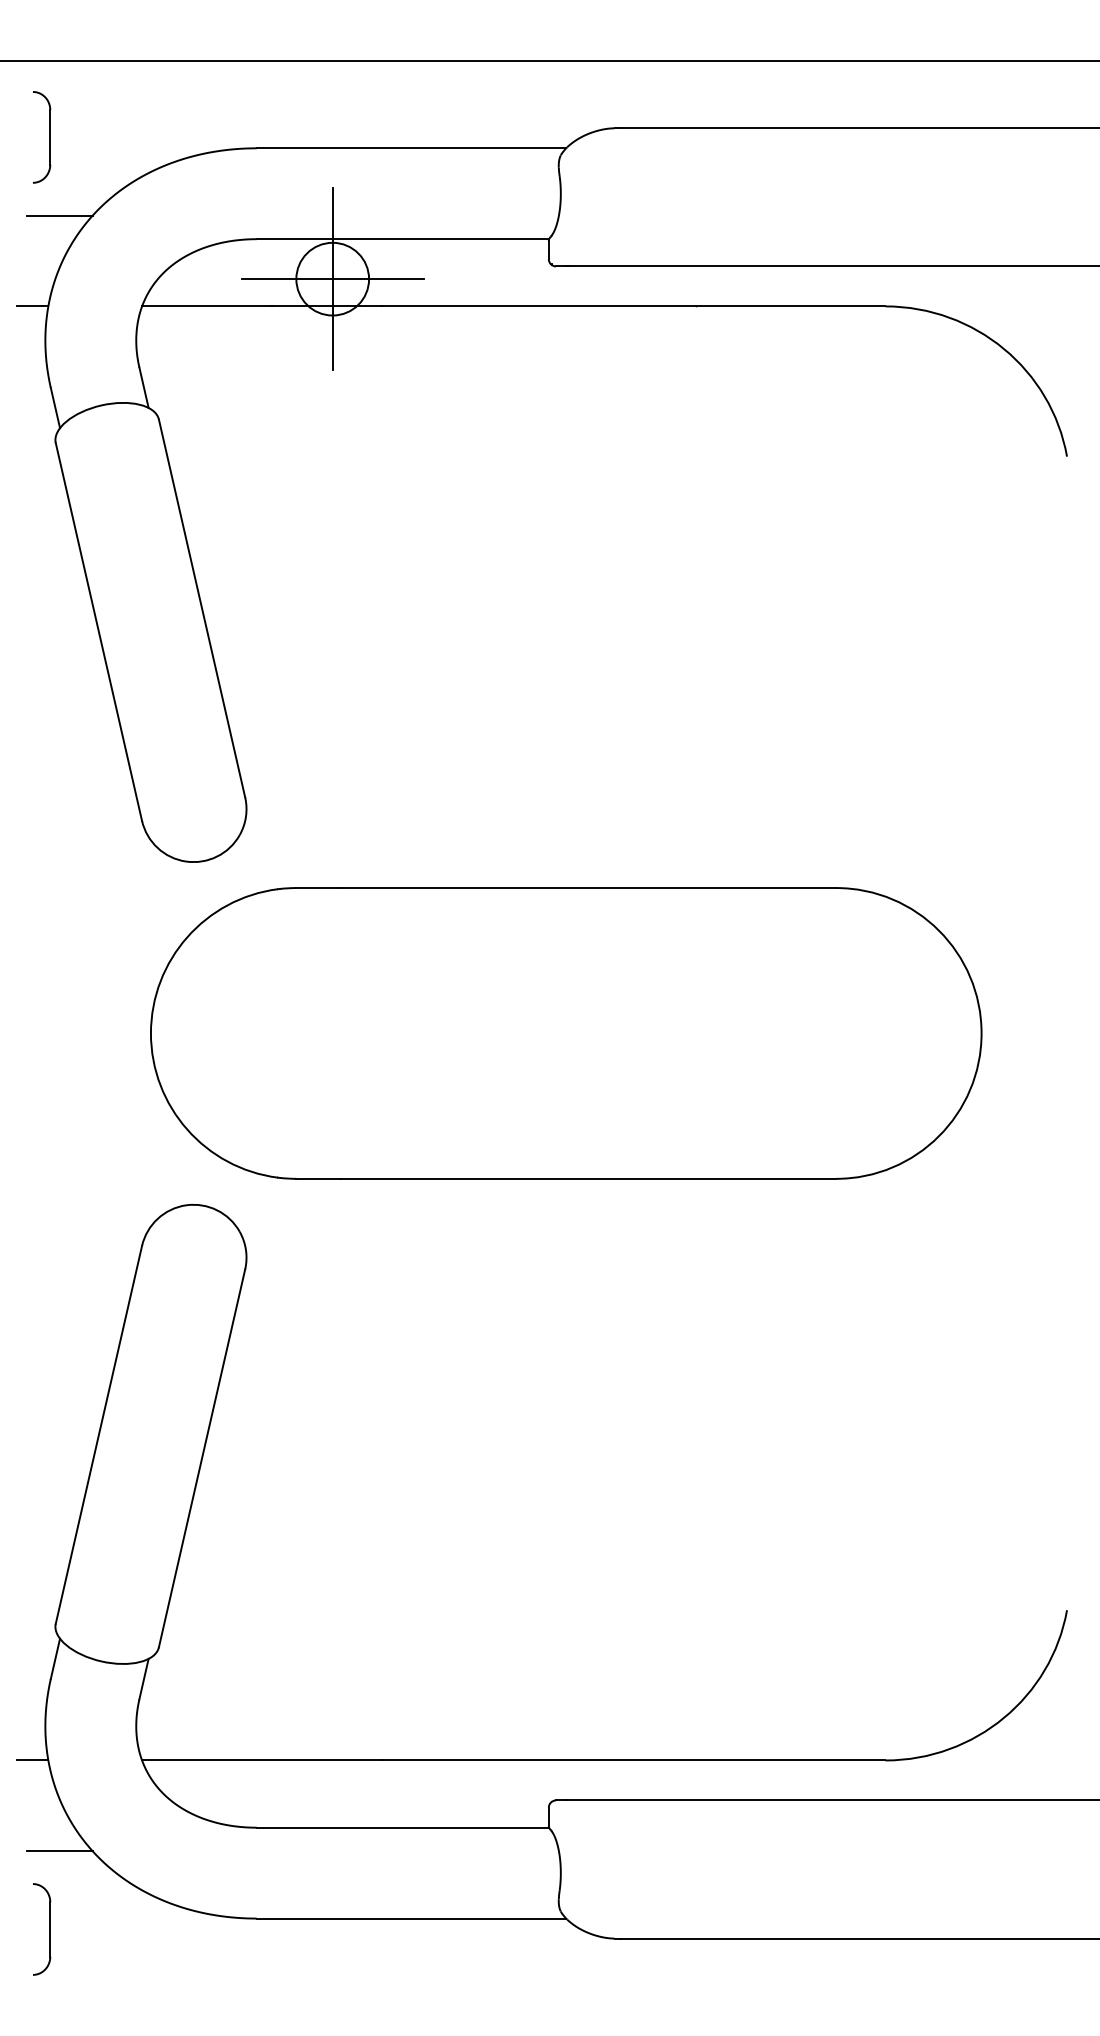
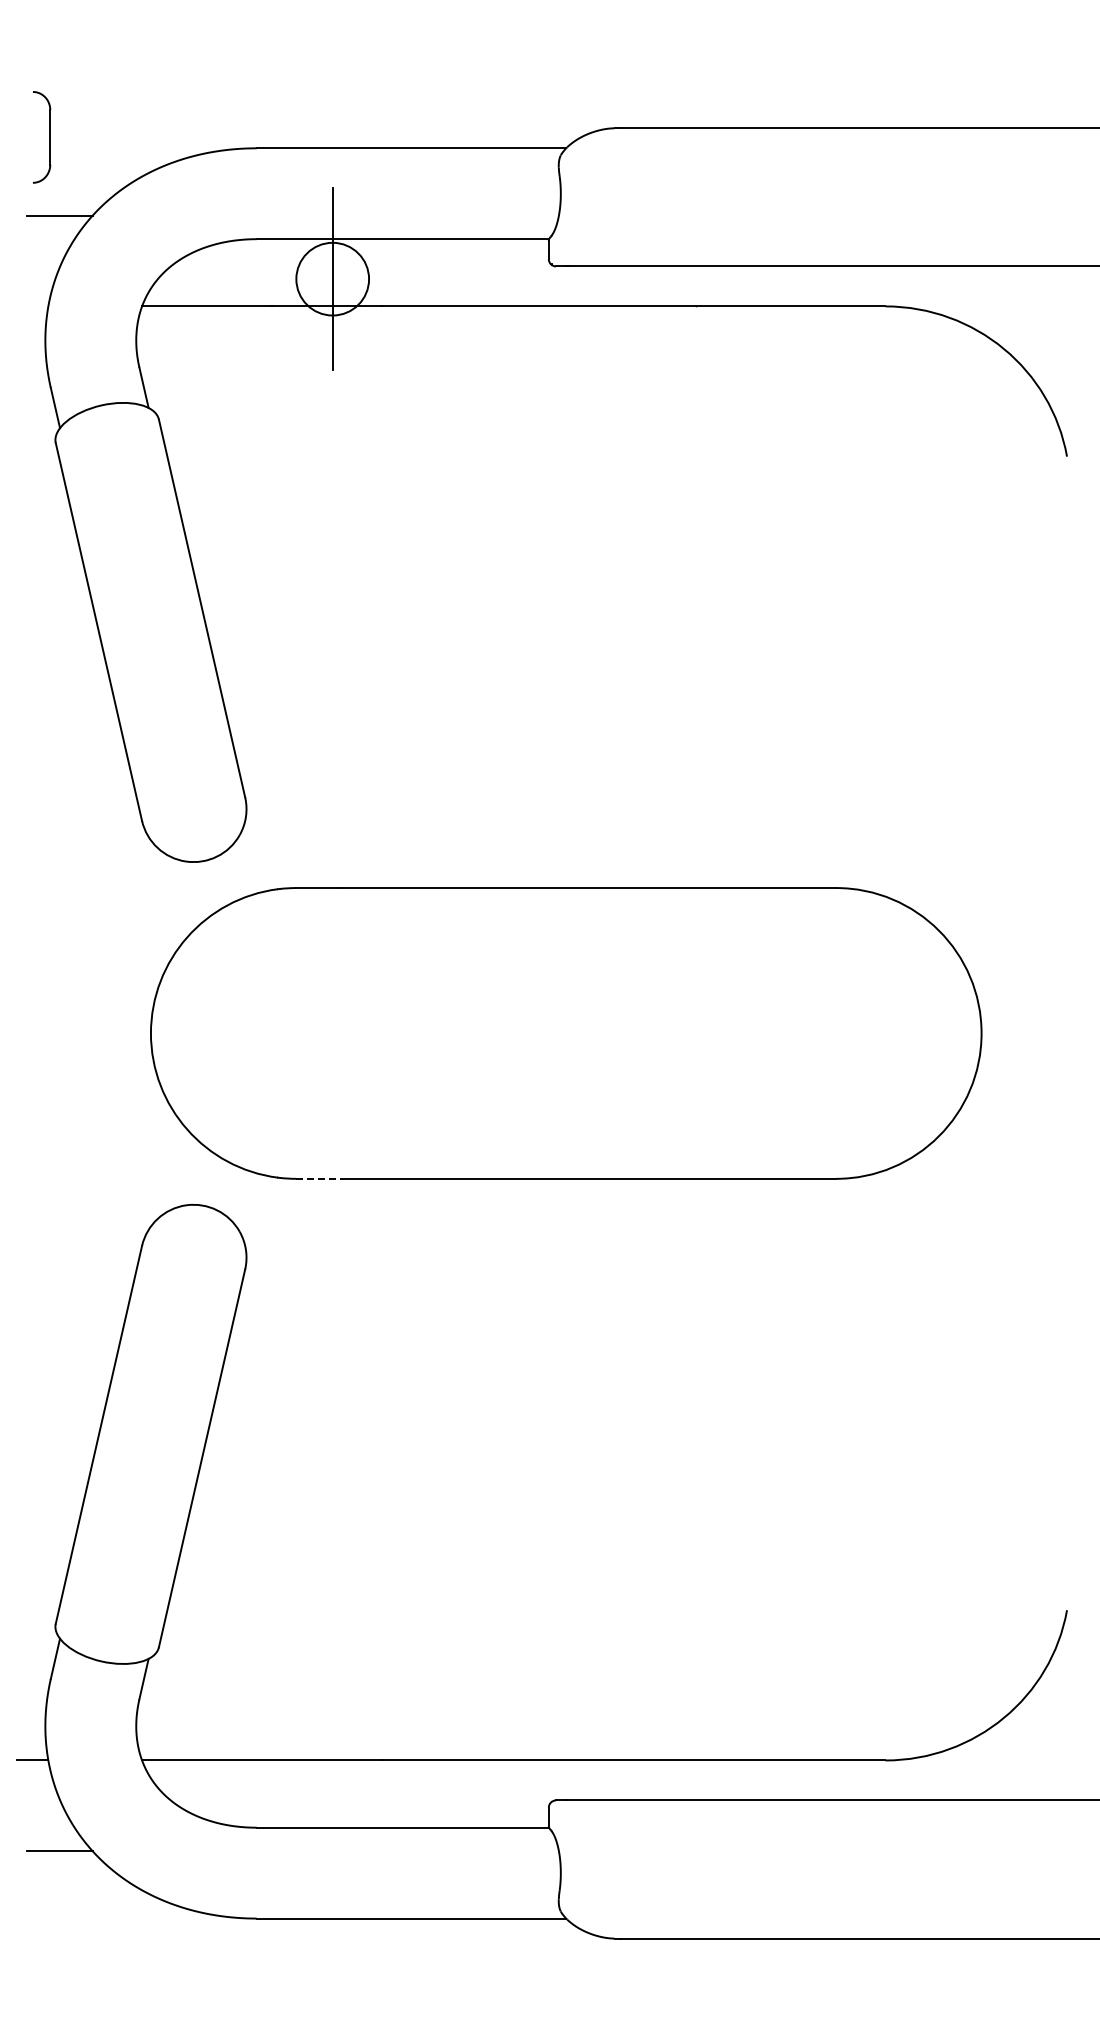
line at (549, 61): present -> none
line at (332, 279): present -> none
line at (32, 306): present -> none
line at (318, 1178): solid -> dashed
part at (49, 1929): present -> none
